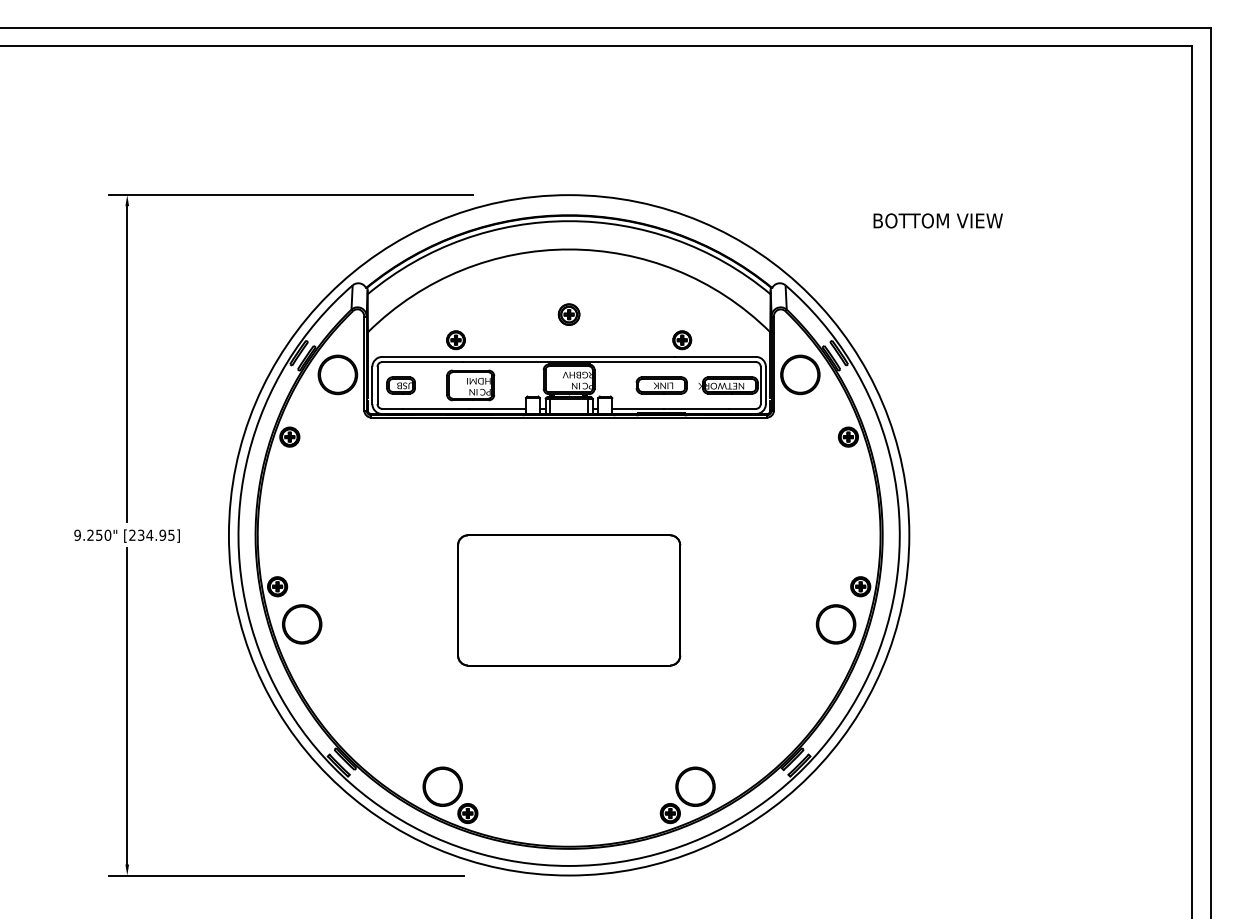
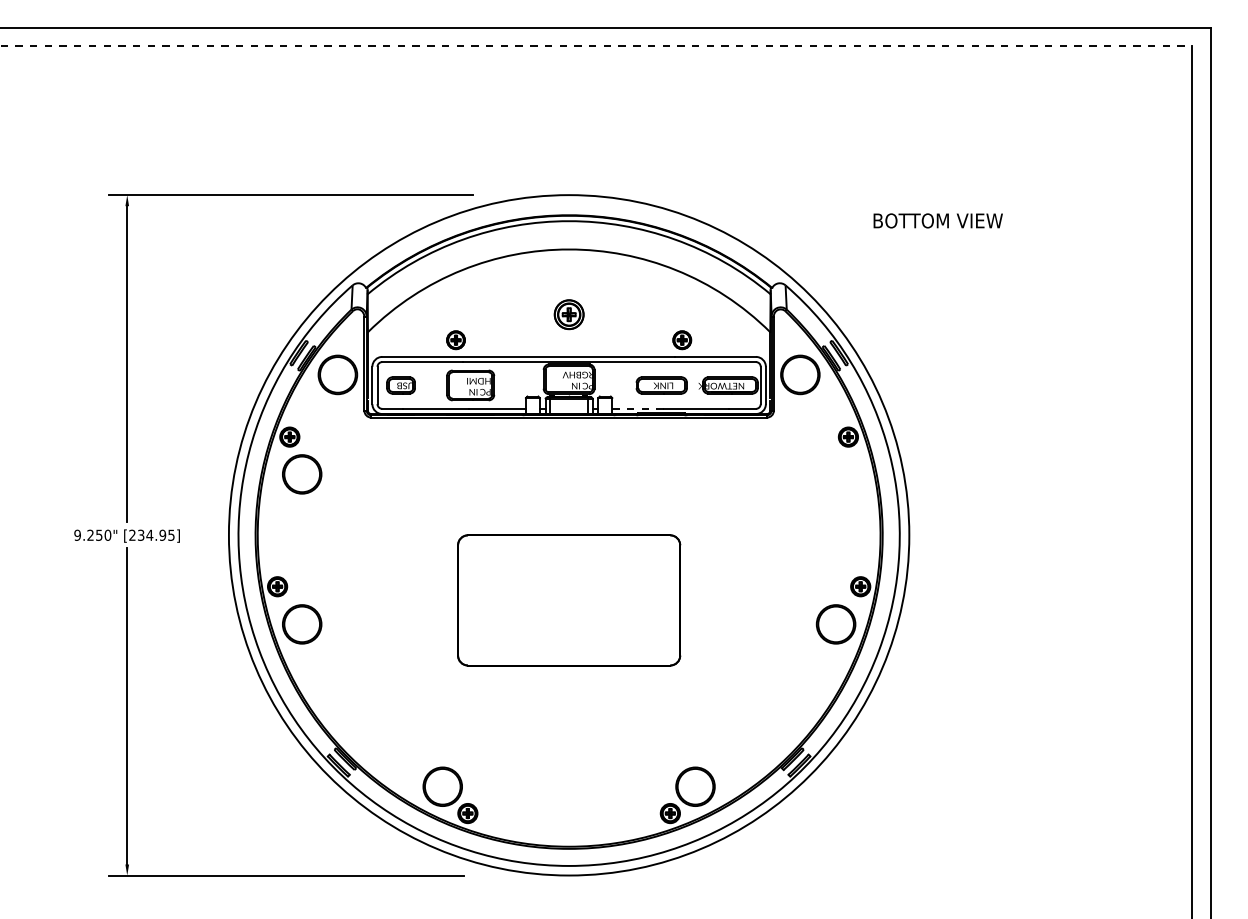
line at (596, 46): solid -> dashed
part at (568, 314) size: 24x23 px -> 32x32 px
line at (637, 408): solid -> dashed
part at (302, 474): none -> present
